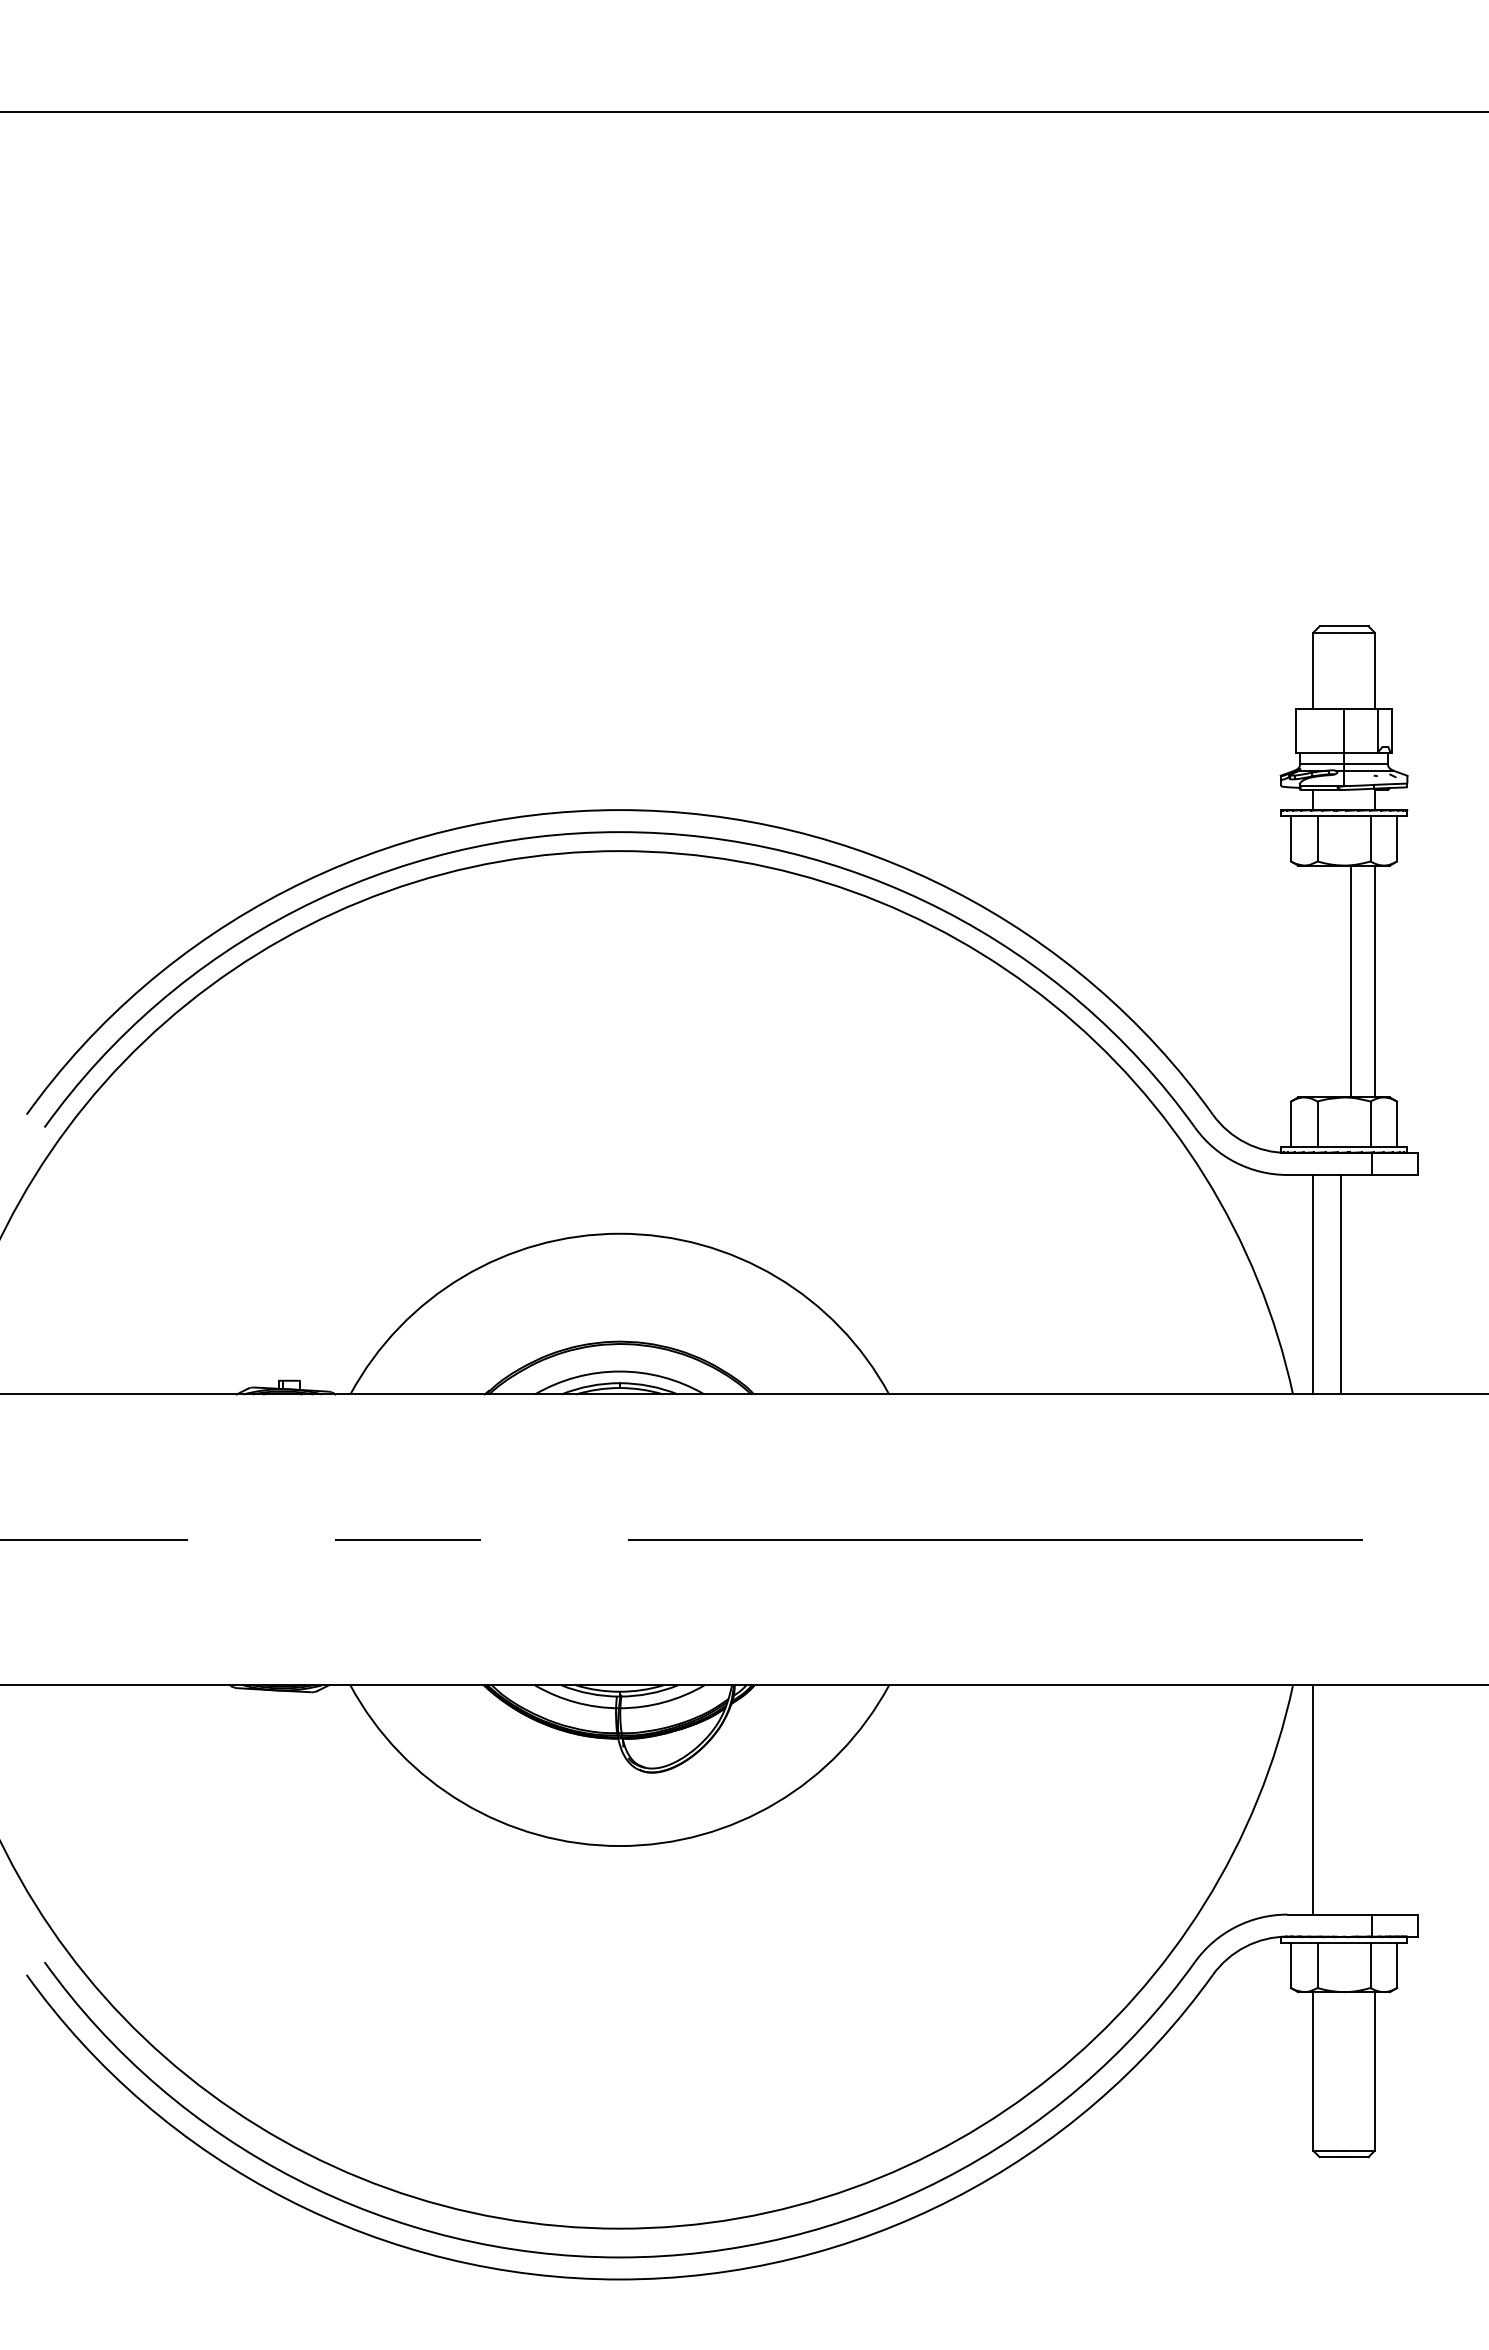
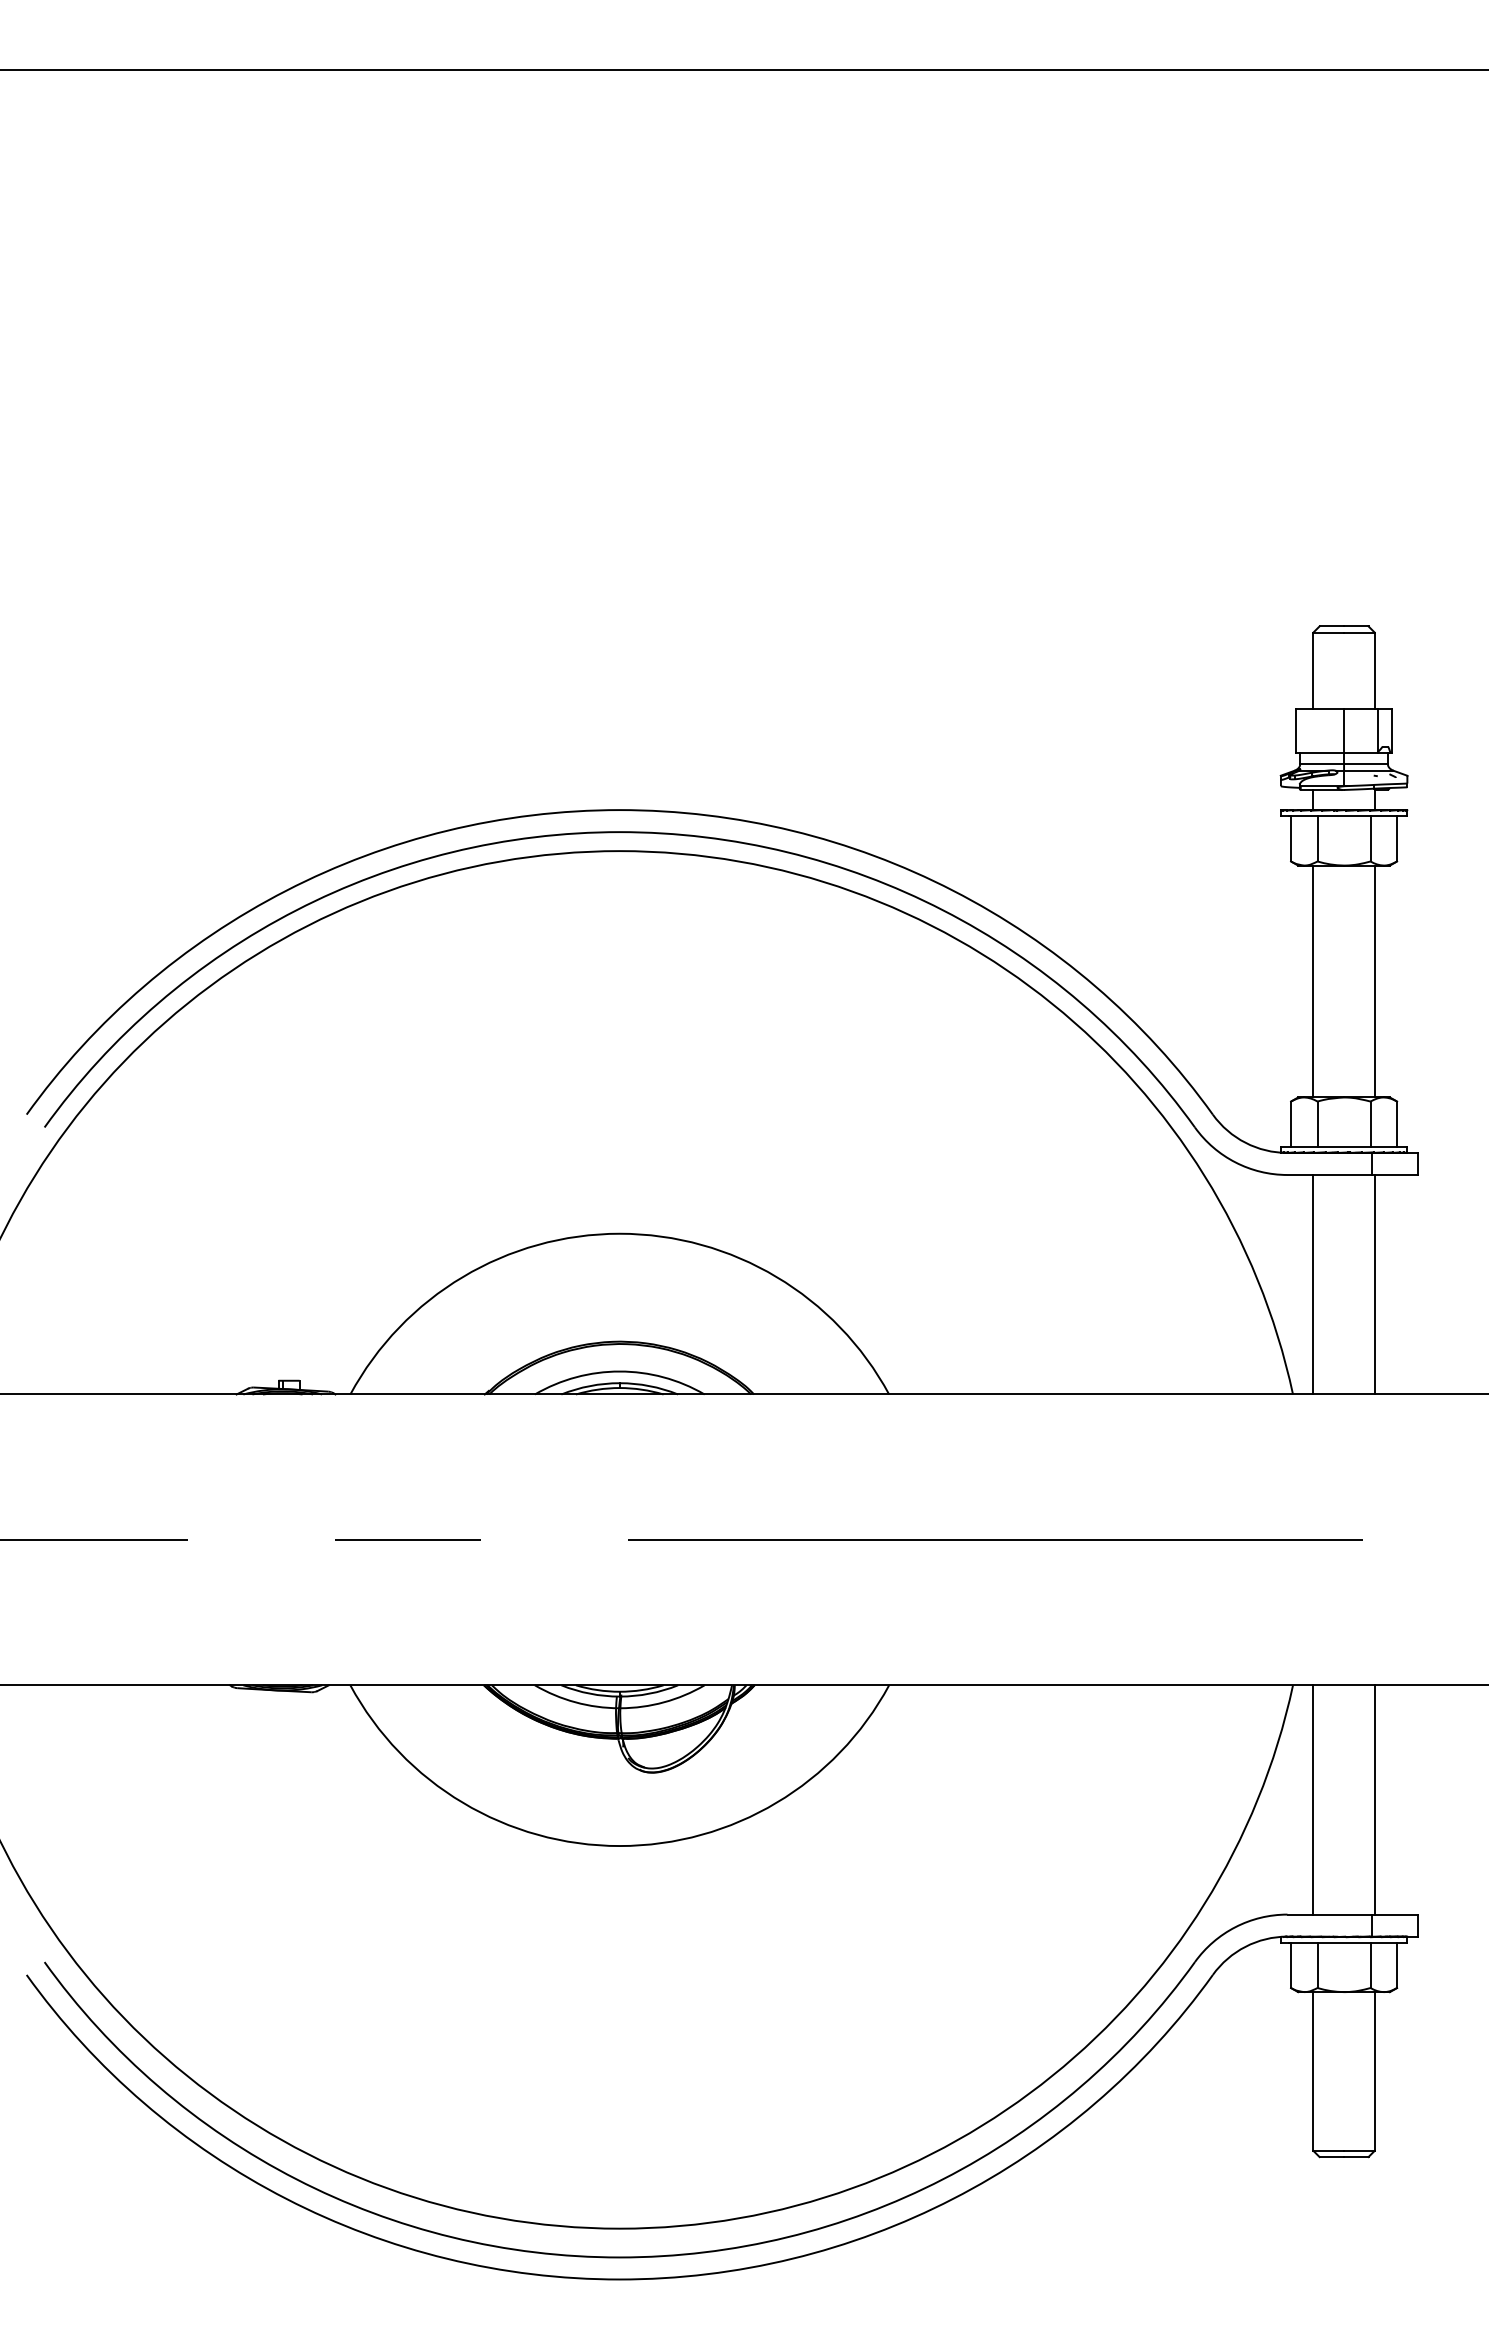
line at (743, 112) position: (743, 112) -> (743, 70)
line at (1351, 981) position: (1351, 981) -> (1313, 981)
line at (1340, 1284) position: (1340, 1284) -> (1374, 1284)
line at (1374, 1799): none -> present
